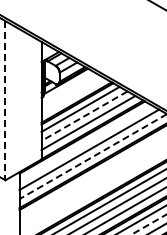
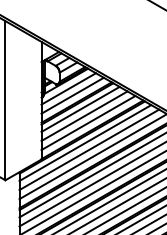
line at (68, 88): none -> present
line at (72, 95): none -> present
line at (5, 100): dashed -> solid
line at (84, 116): dashed -> solid
line at (85, 143): none -> present
line at (92, 156): dashed -> solid
line at (91, 175): none -> present
line at (91, 184): none -> present
line at (94, 191): none -> present
line at (148, 224): dashed -> solid
